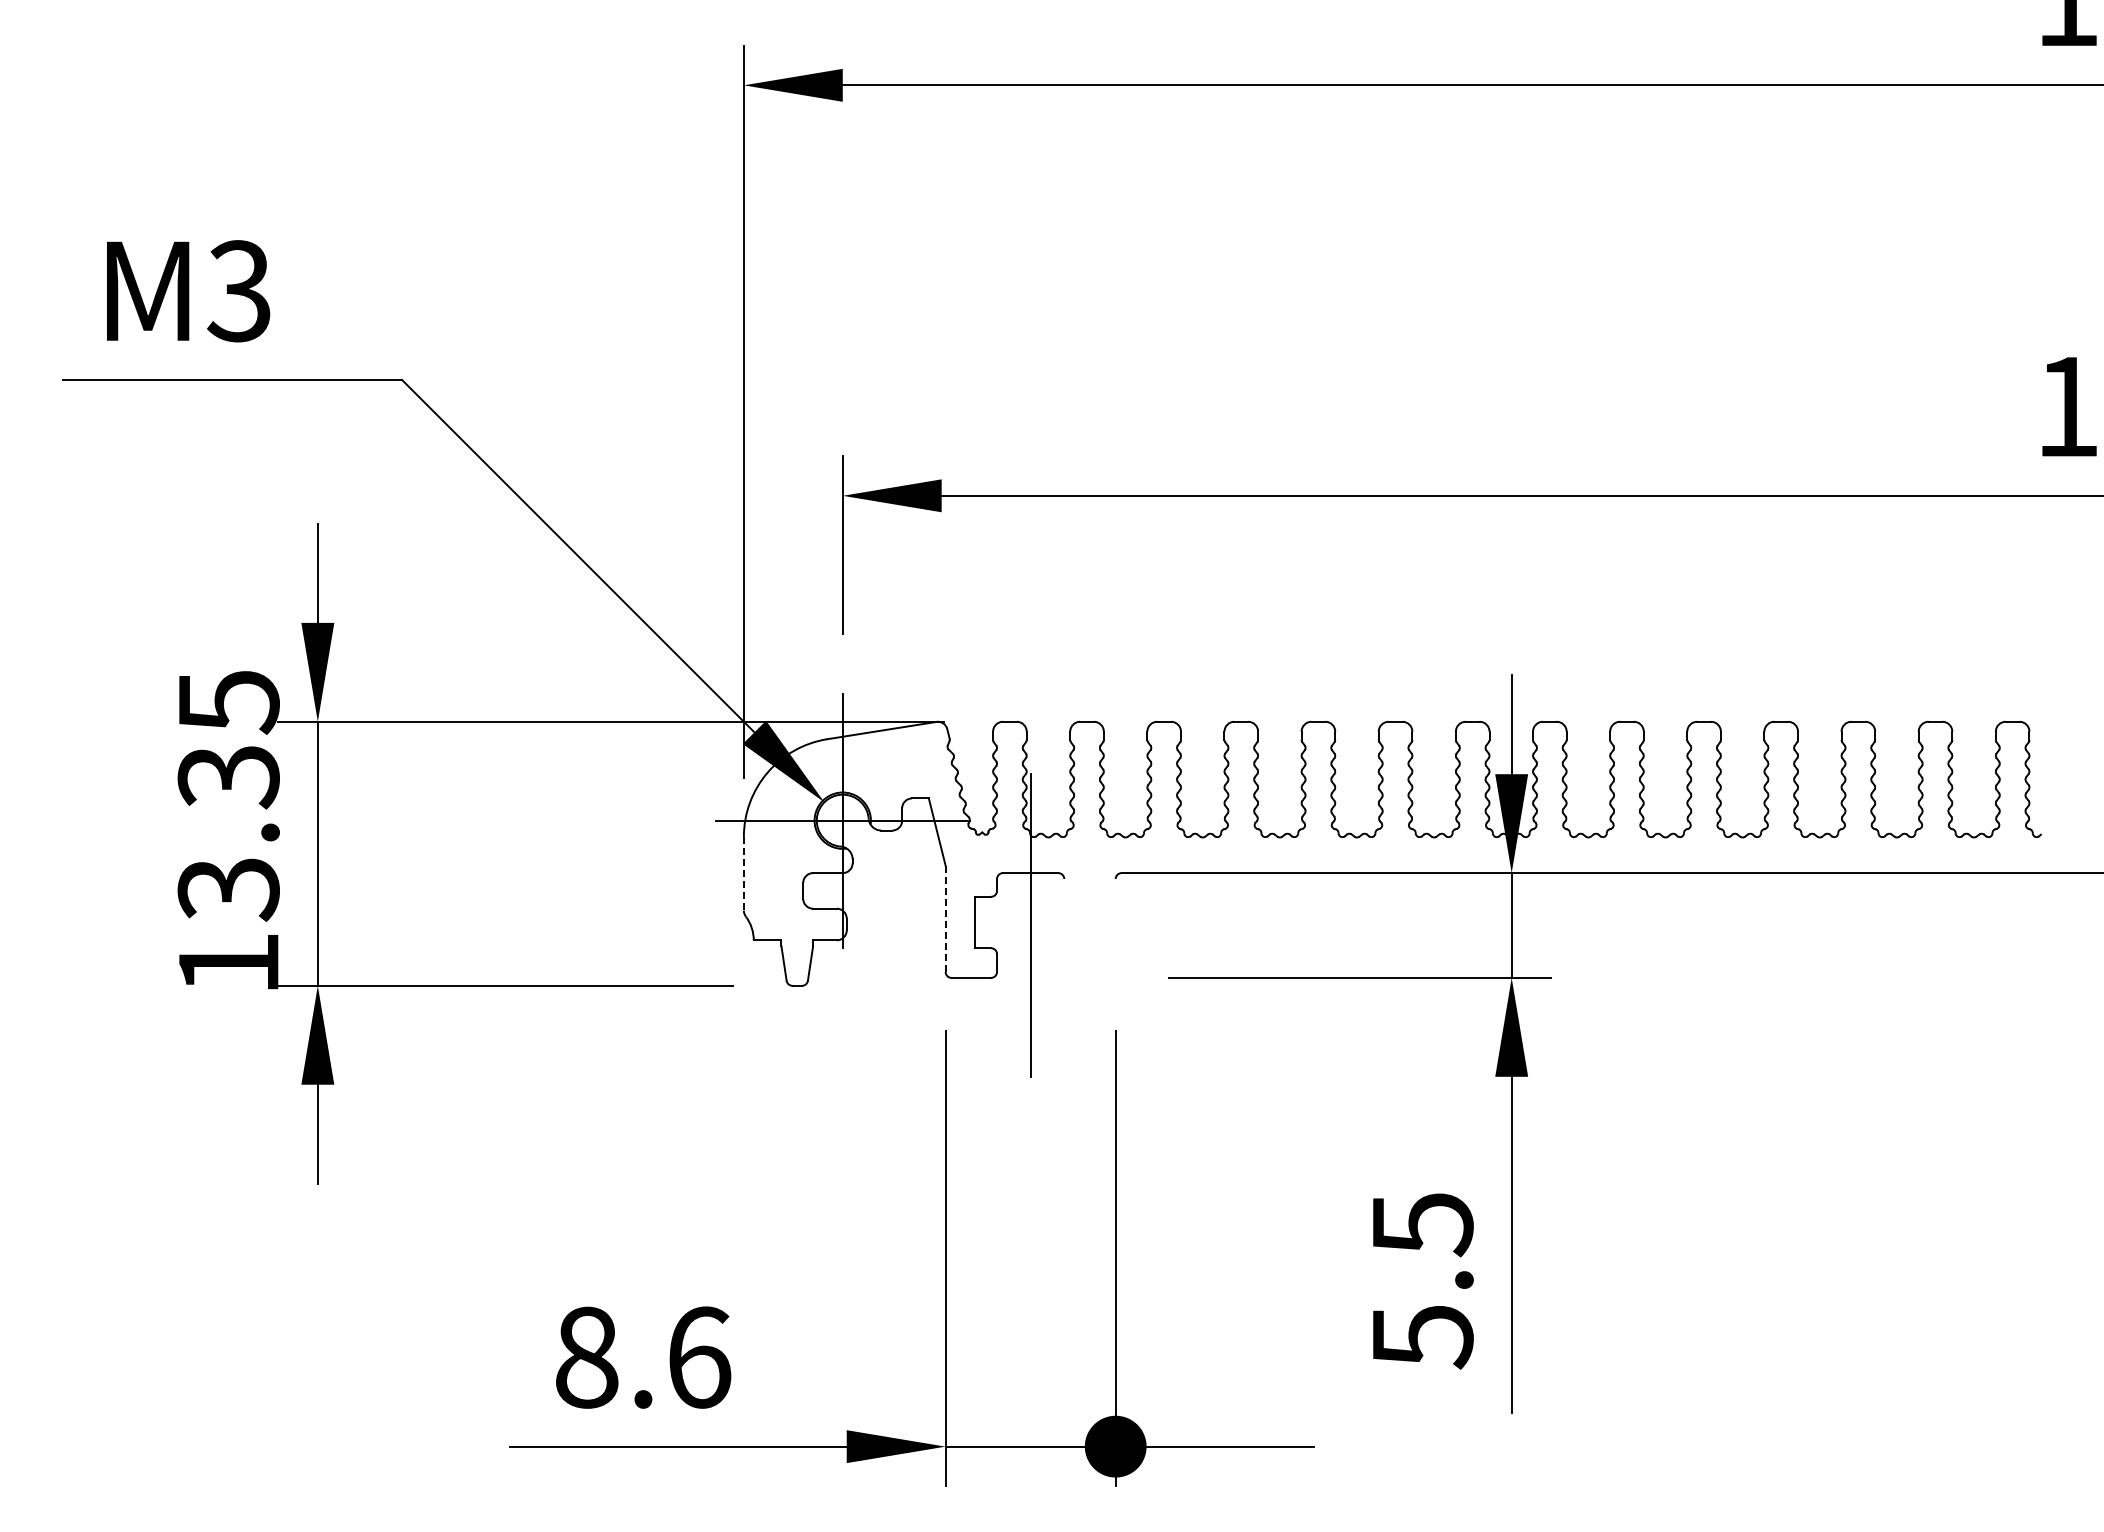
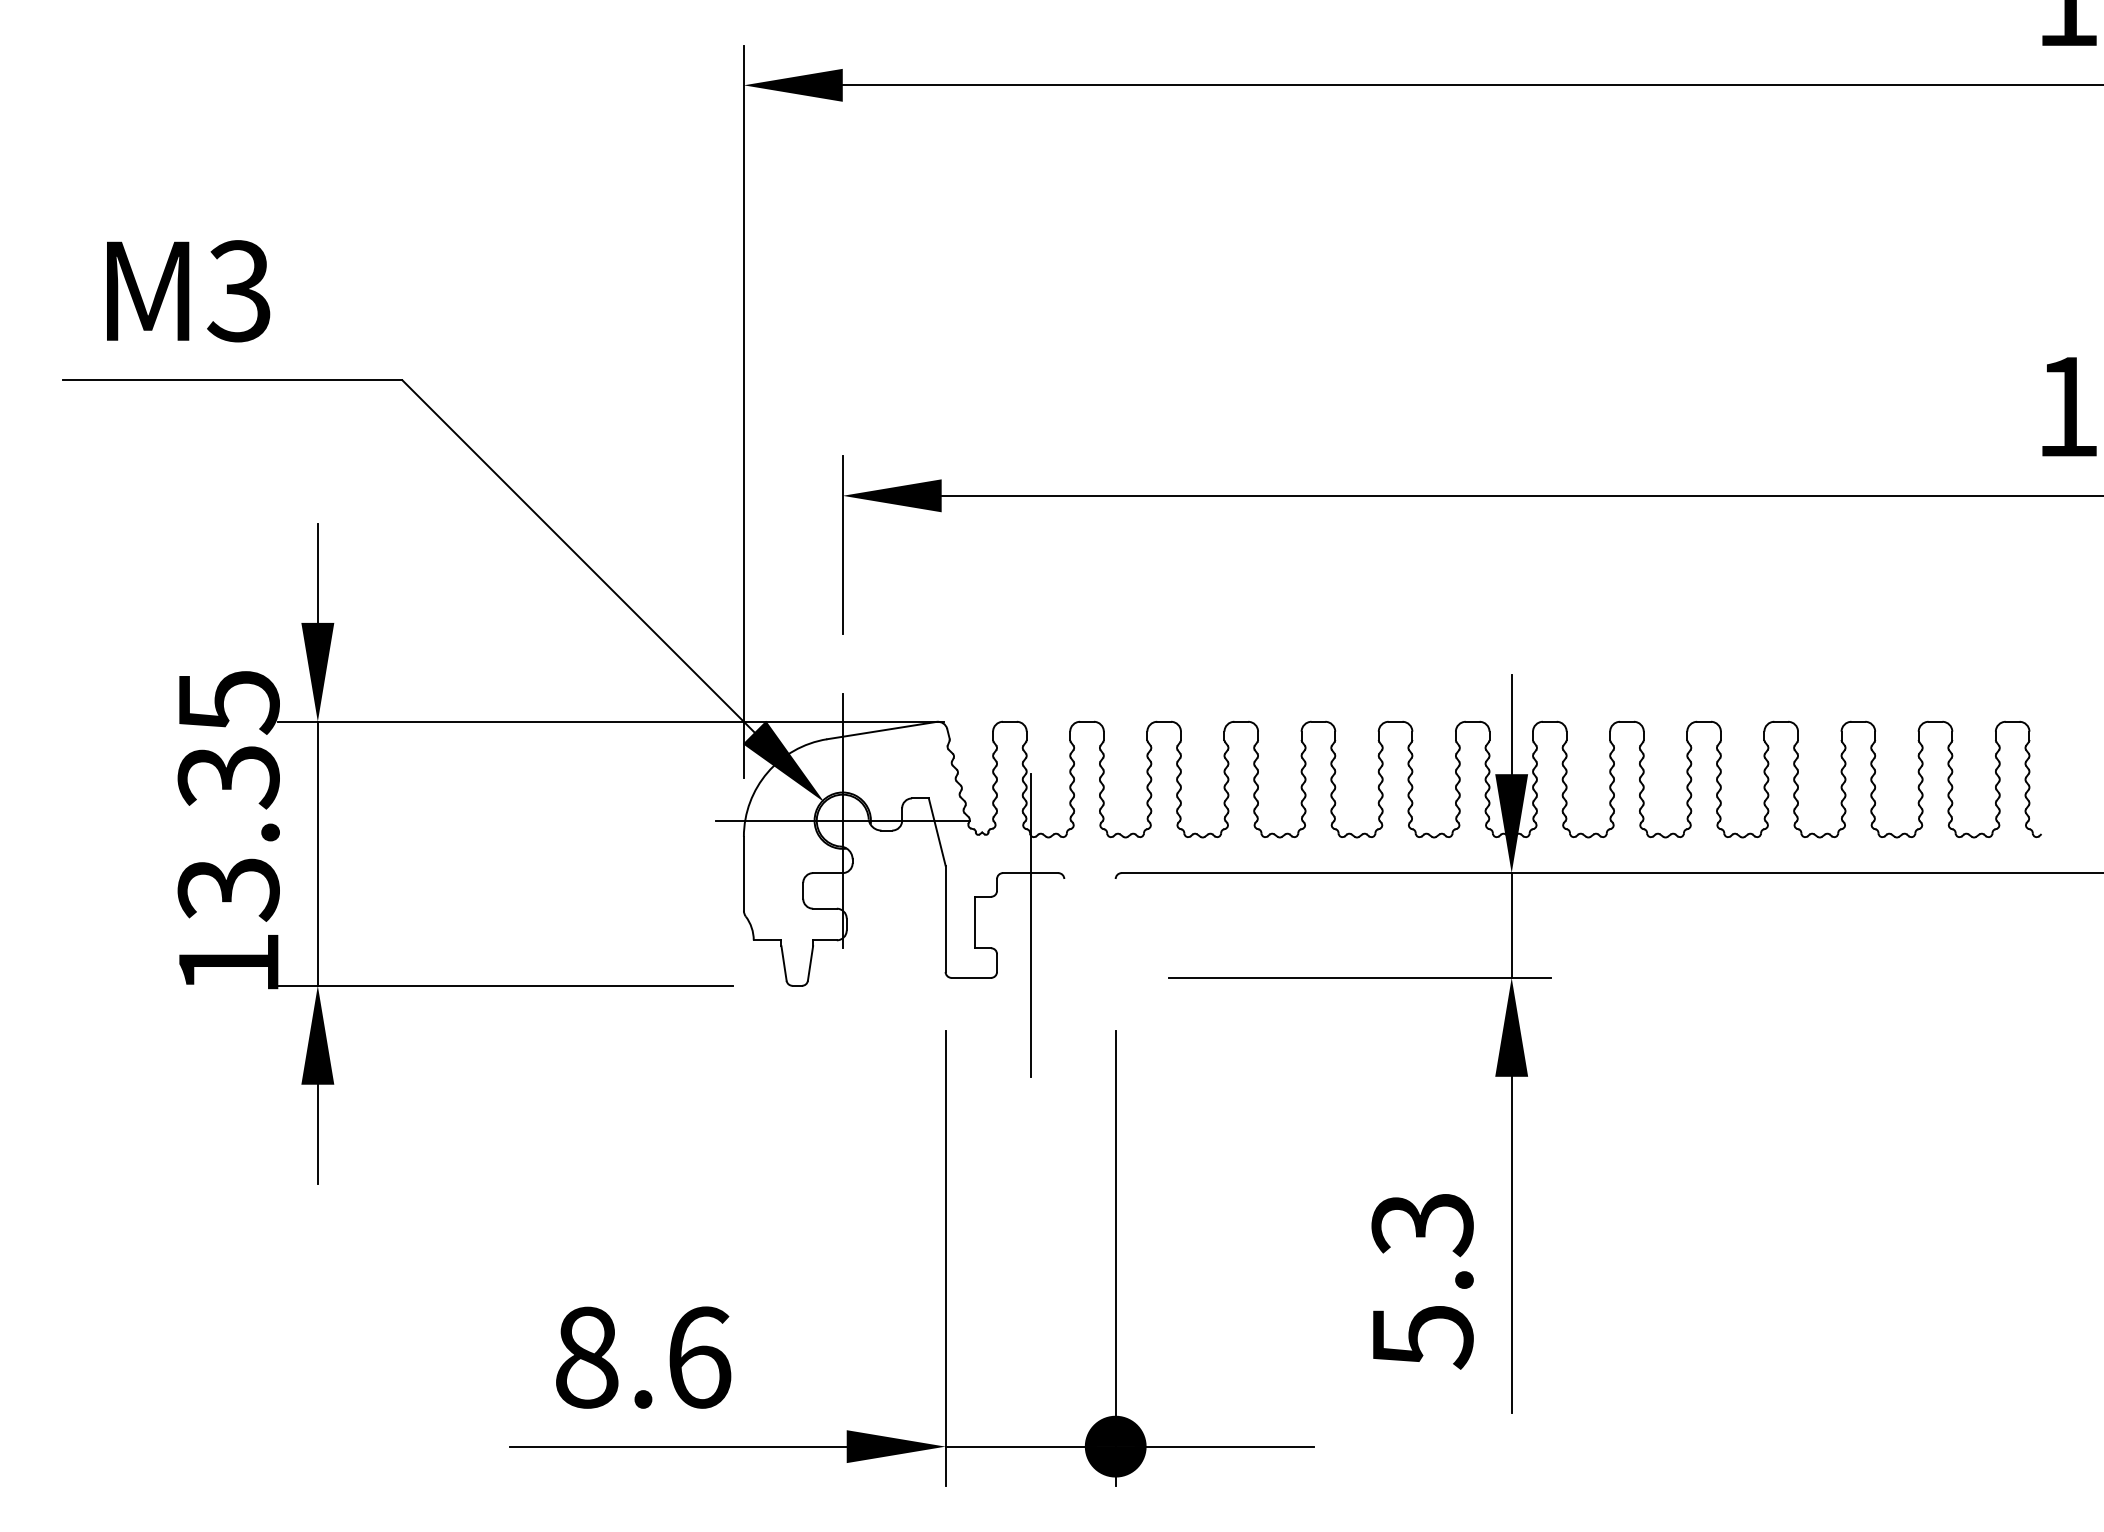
line at (743, 873): dashed -> solid
line at (945, 919): dashed -> solid
text at (1422, 1225): 5.5 -> 5.3
